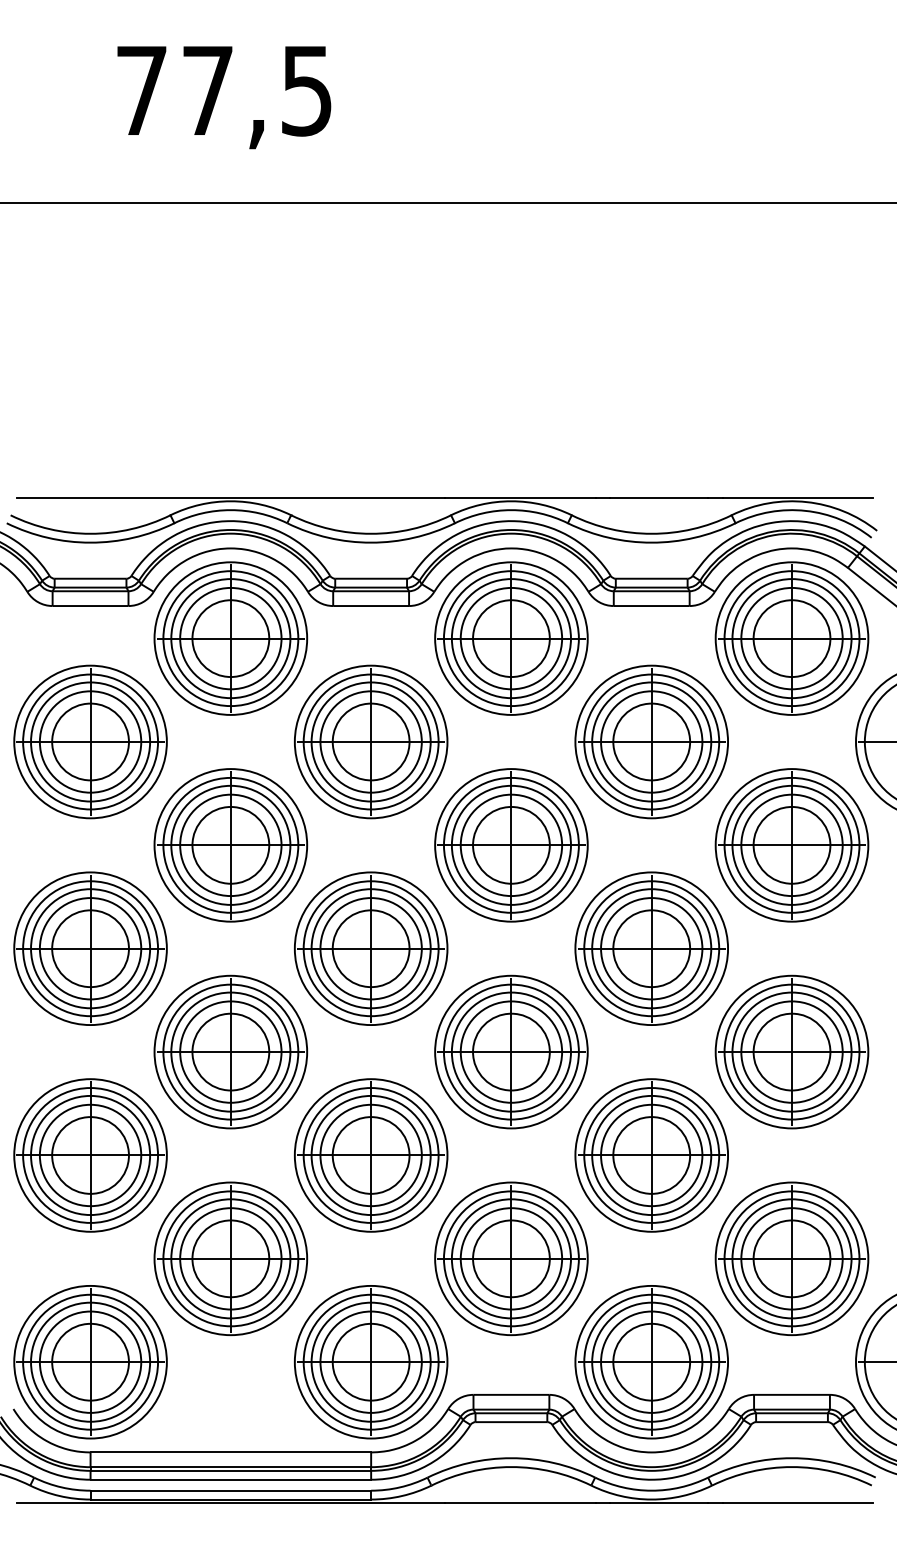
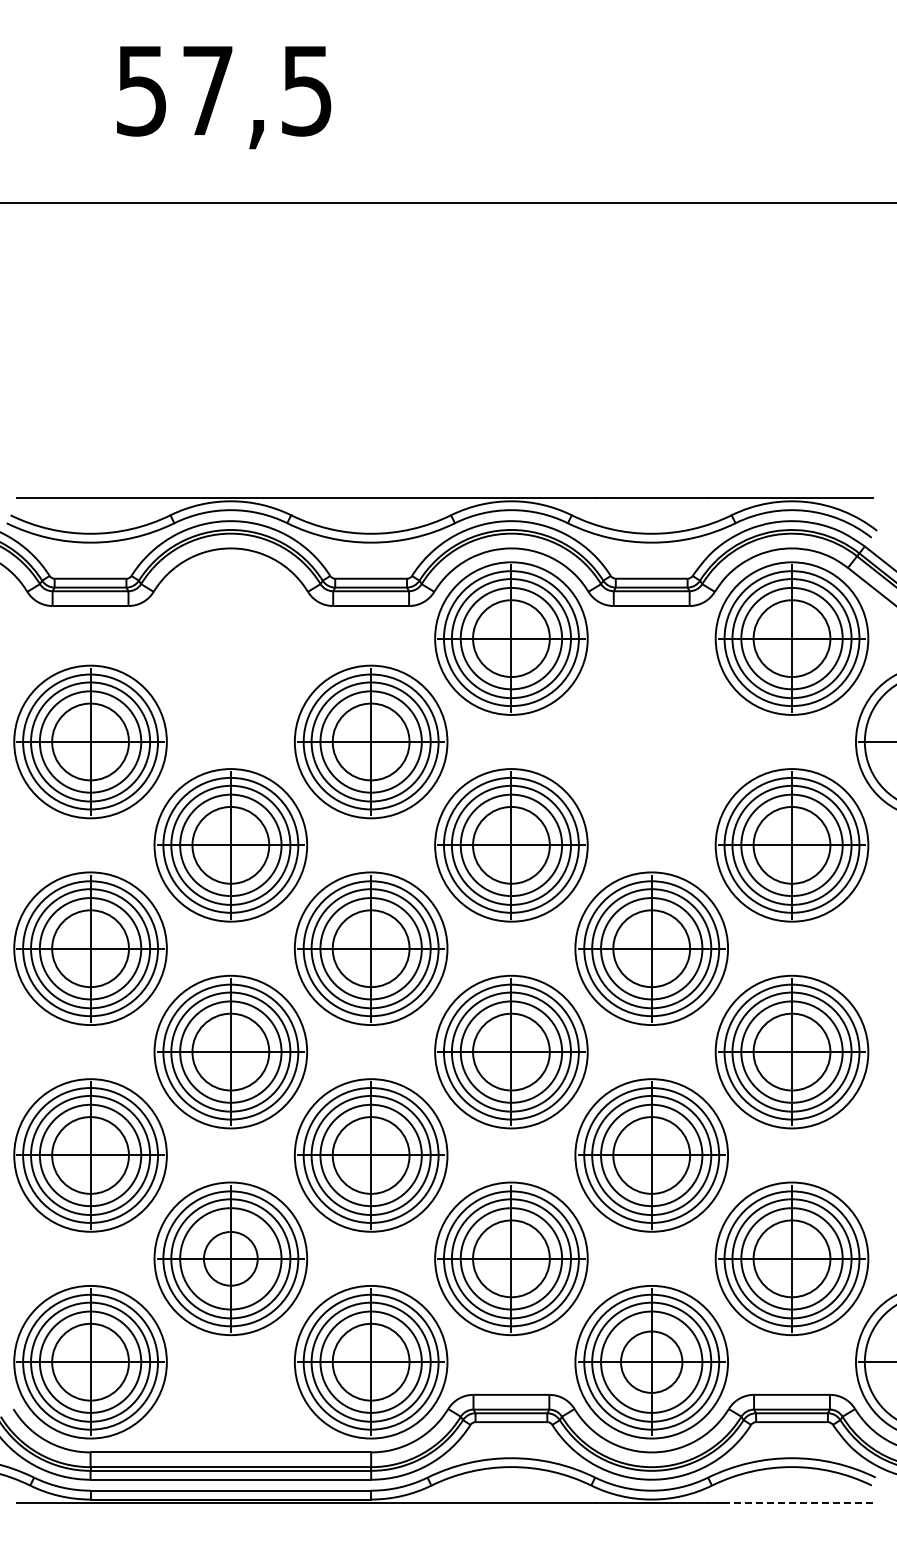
text at (141, 91): 77,5 -> 57,5
part at (230, 638): present -> none
part at (651, 741): present -> none
circle at (230, 1258) diameter: 77 px -> 54 px
circle at (651, 1361) diameter: 77 px -> 61 px
line at (798, 1502): solid -> dashed
